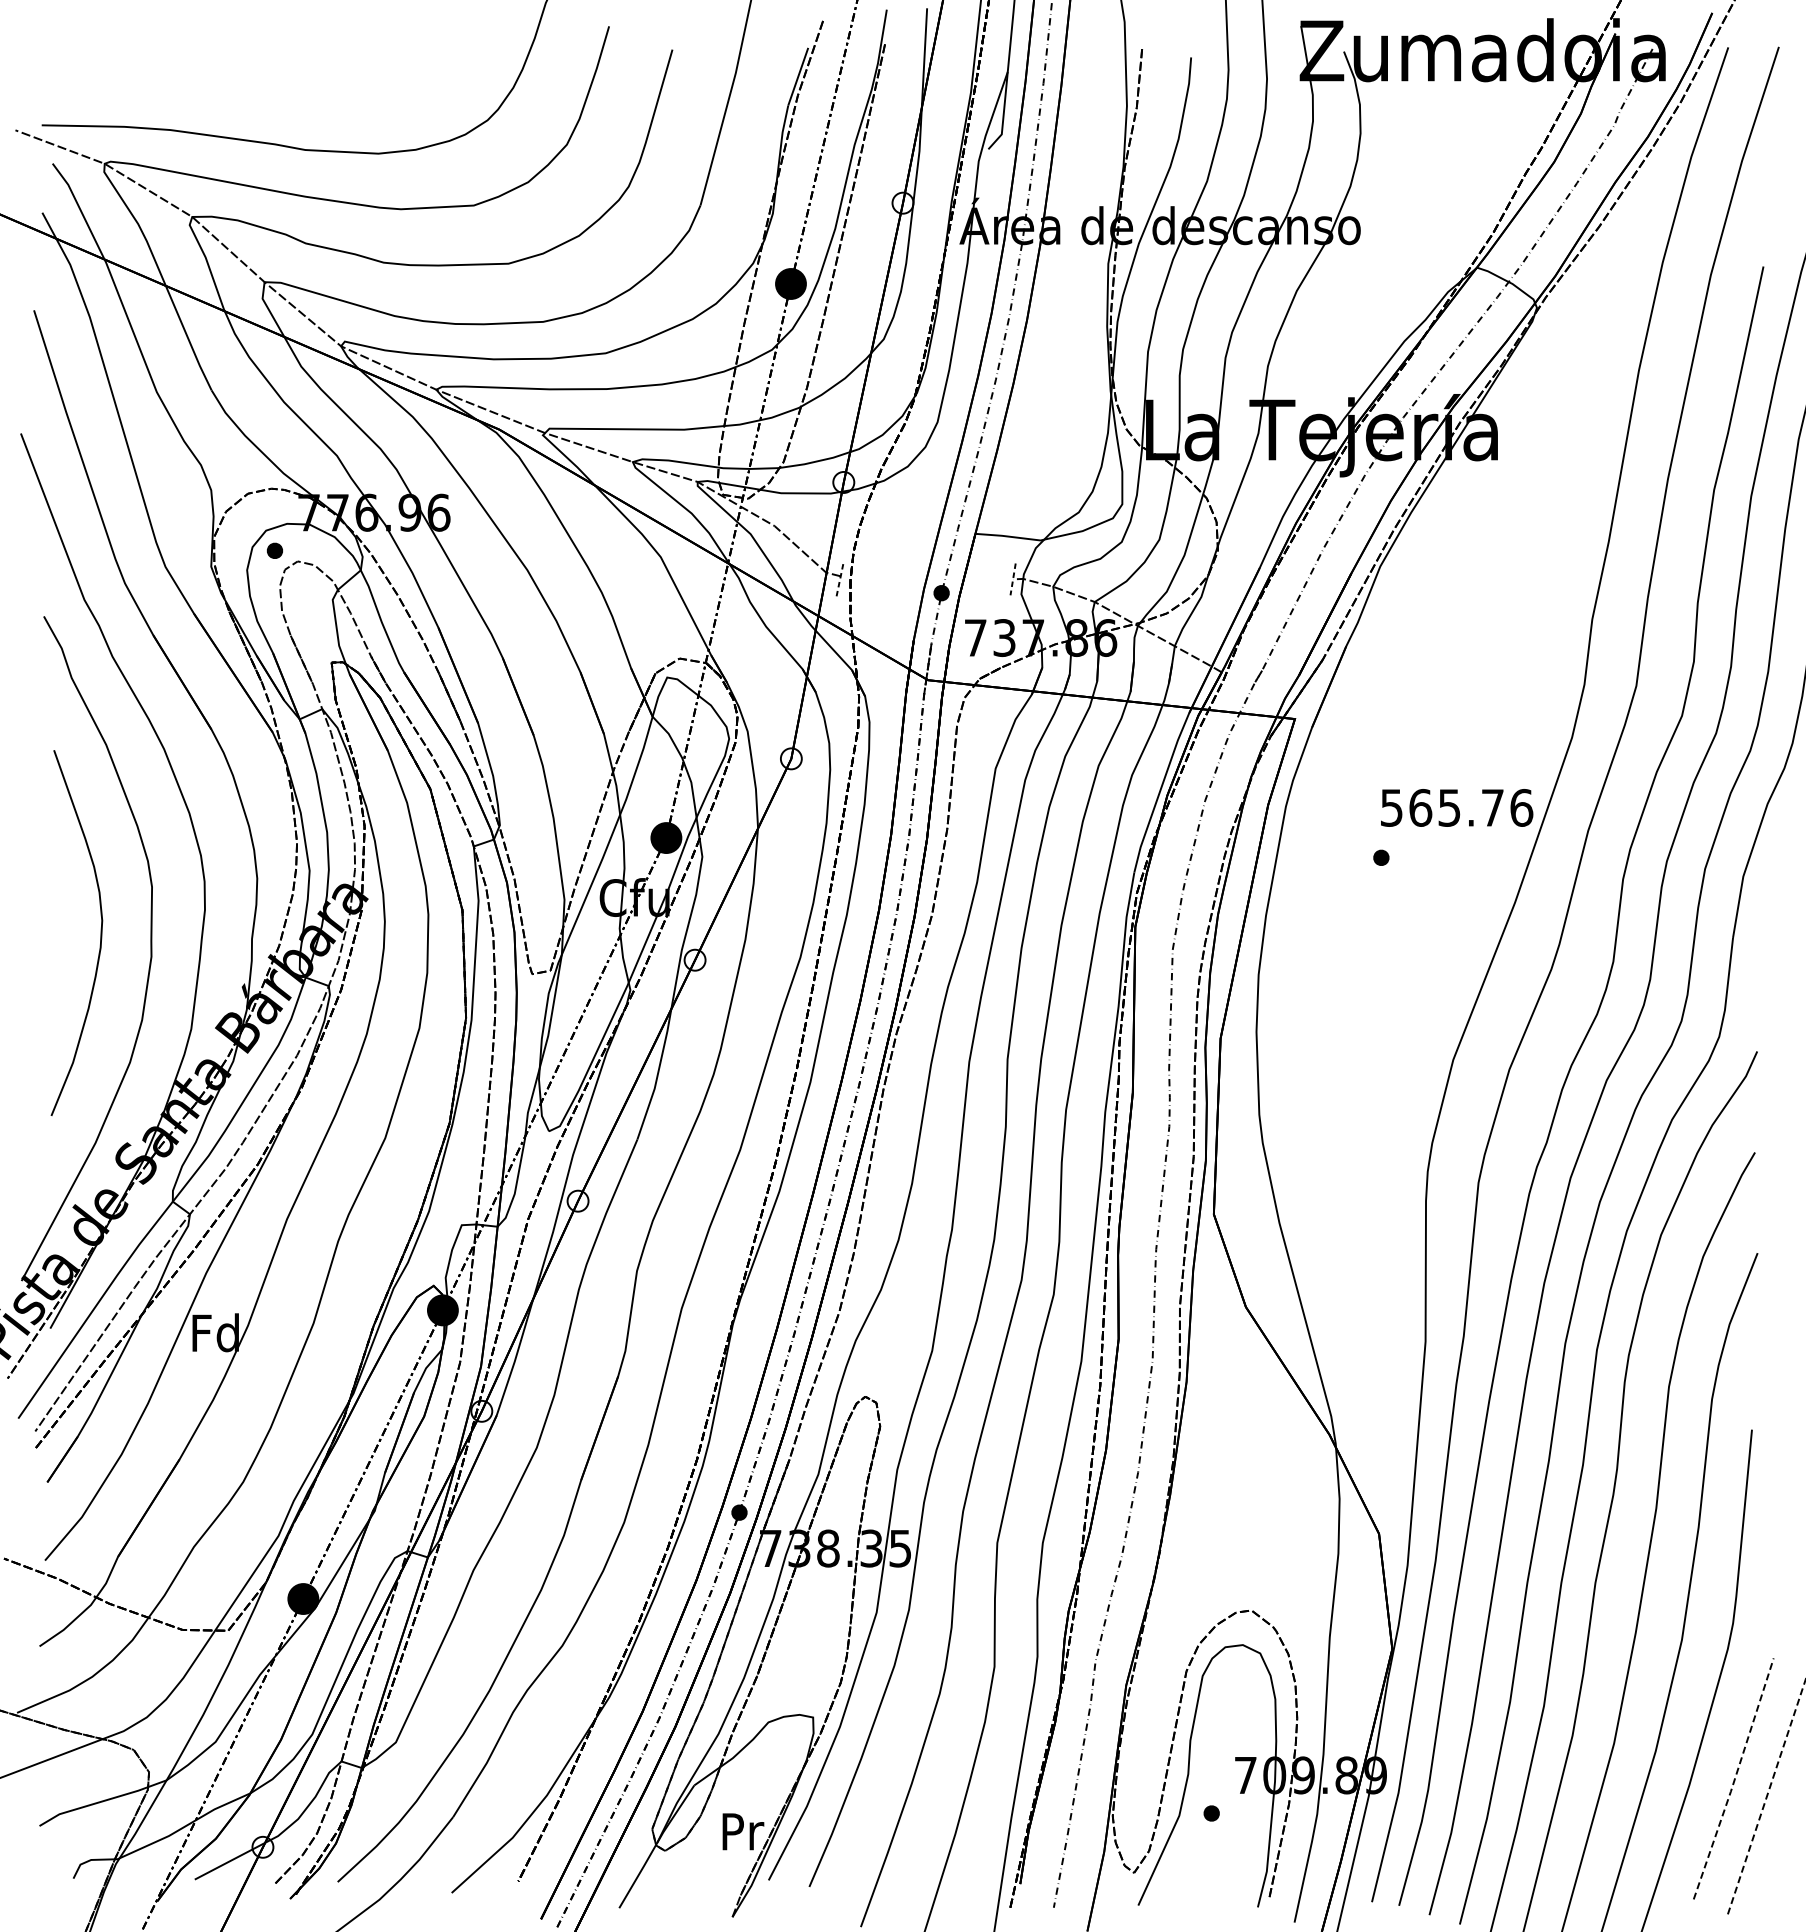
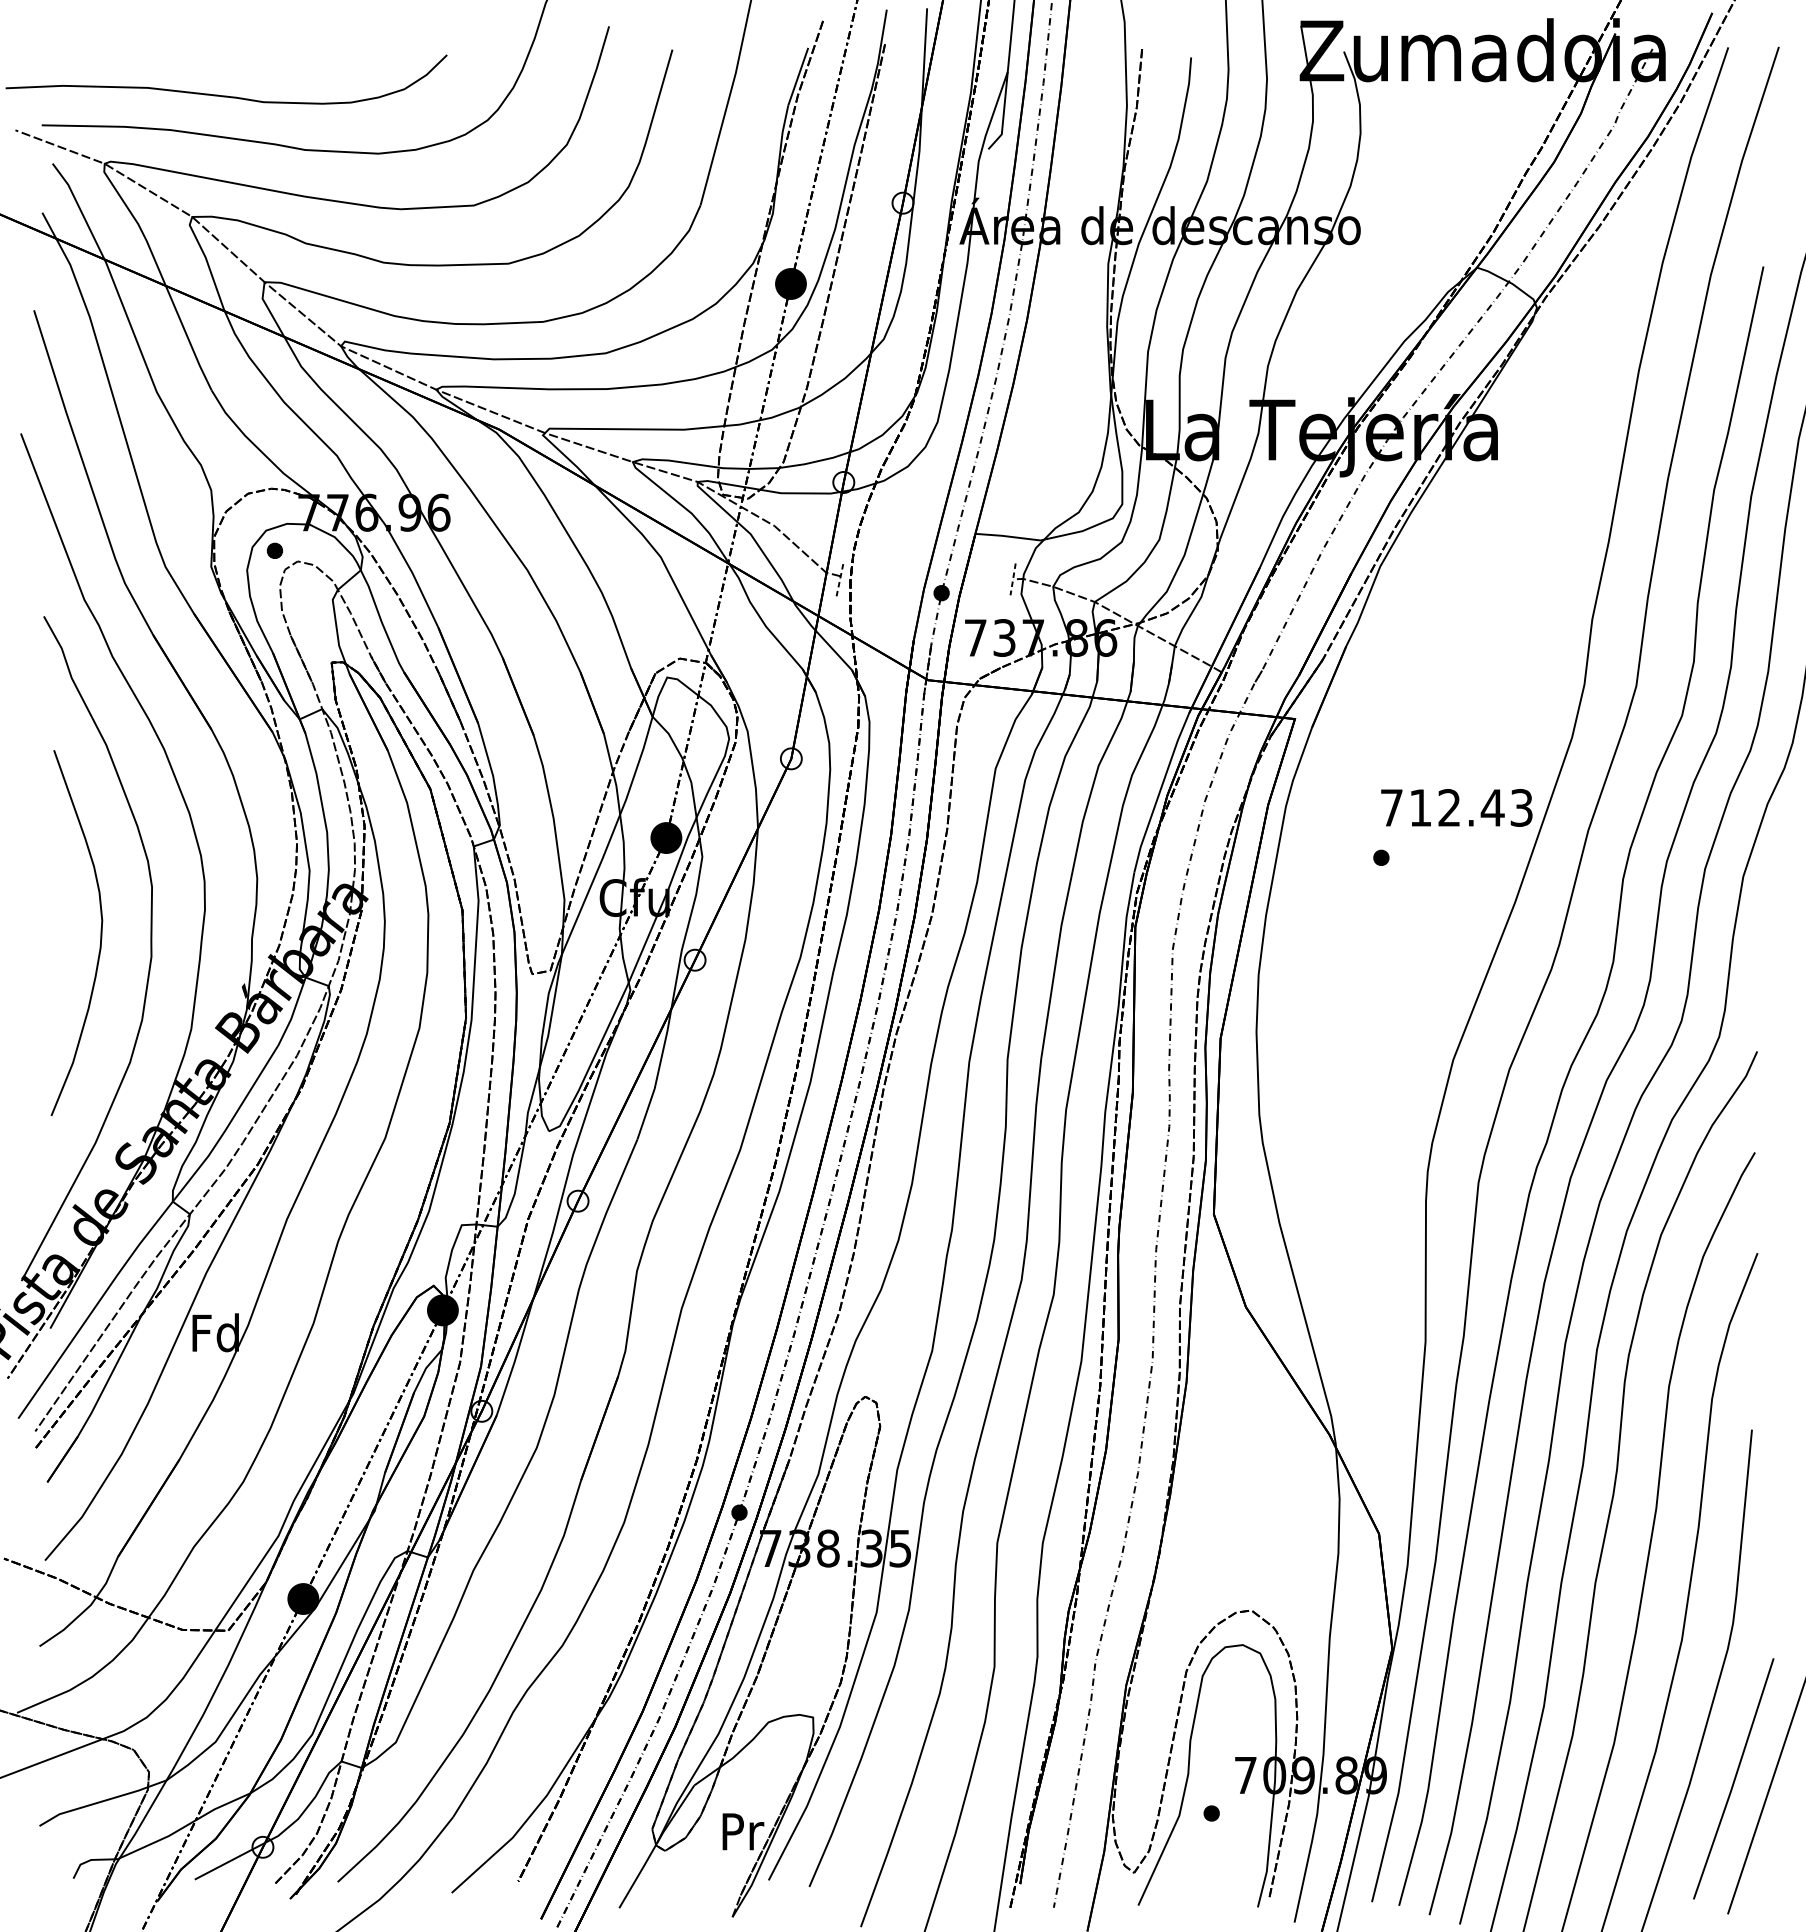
curve at (226, 95): none -> present
text at (1457, 807): 565.76 -> 712.43
line at (1734, 1779): dashed -> solid
line at (1766, 1796): dashed -> solid
